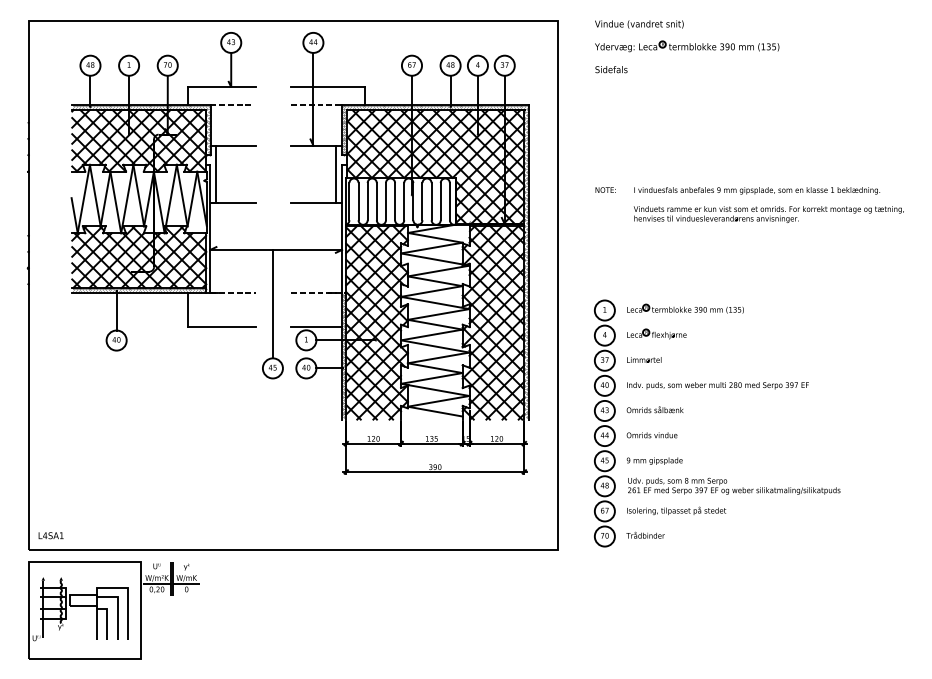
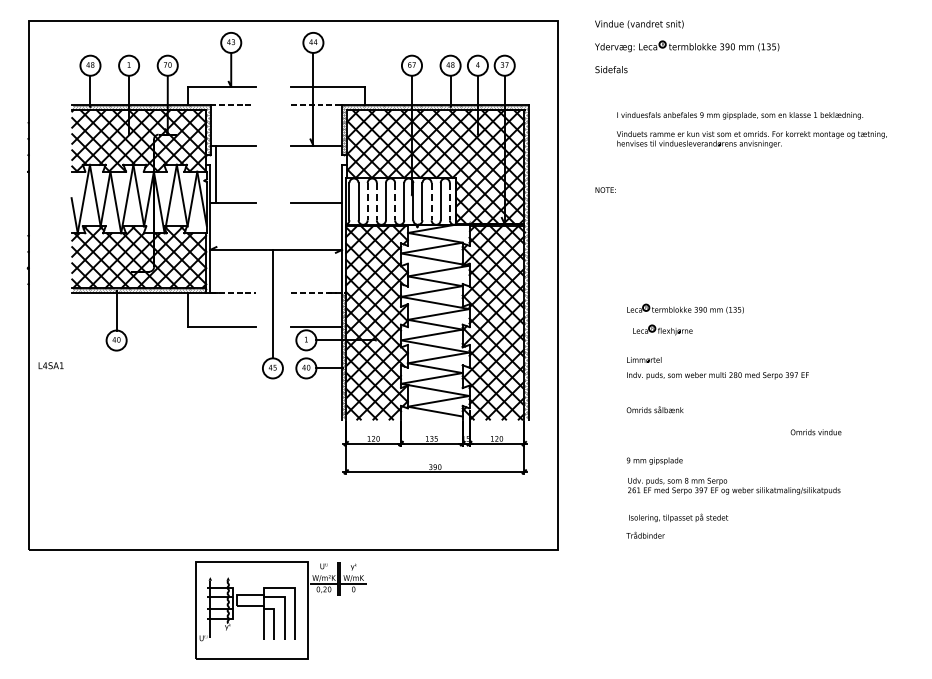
line at (336, 173): present -> none
line at (367, 201): solid -> dashed
line at (376, 201): solid -> dashed
line at (395, 201): solid -> dashed
line at (431, 201): solid -> dashed
line at (449, 201): solid -> dashed
text at (768, 204) position: (768, 204) -> (751, 129)
part at (656, 333) position: (656, 333) -> (662, 329)
text at (717, 385) position: (717, 385) -> (717, 375)
part at (604, 423): present -> none
text at (651, 435) position: (651, 435) -> (815, 432)
text at (676, 510) position: (676, 510) -> (678, 517)
text at (50, 535) position: (50, 535) -> (50, 365)
part at (113, 610) position: (113, 610) -> (280, 610)
